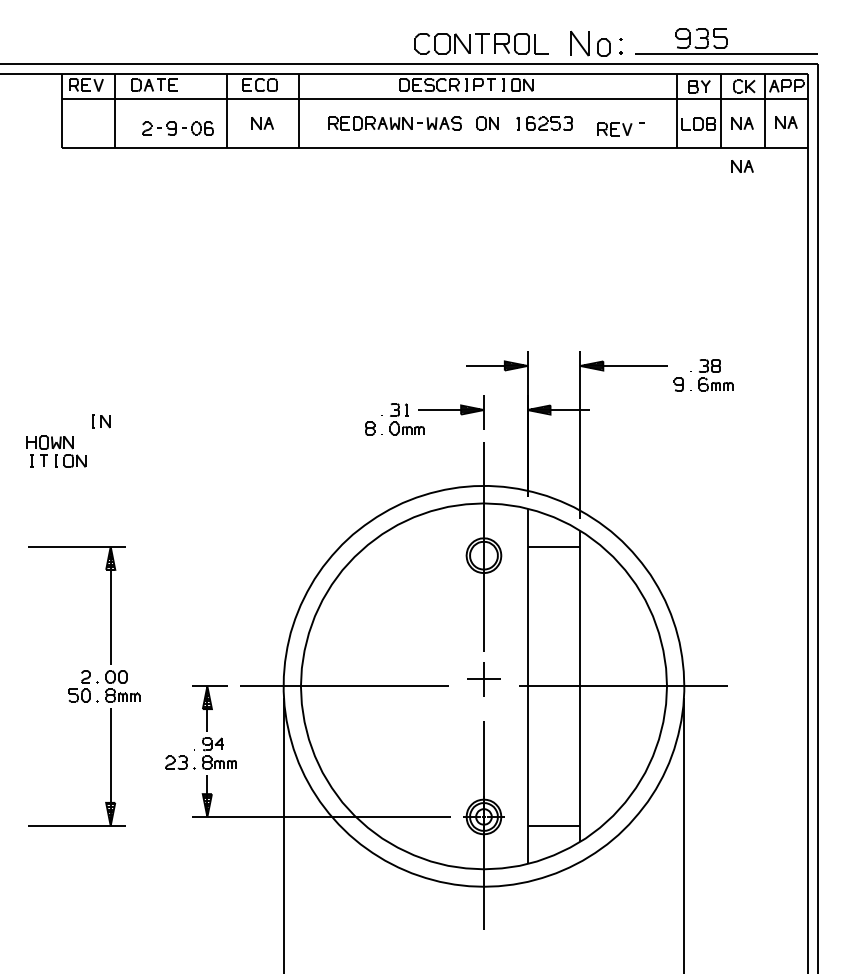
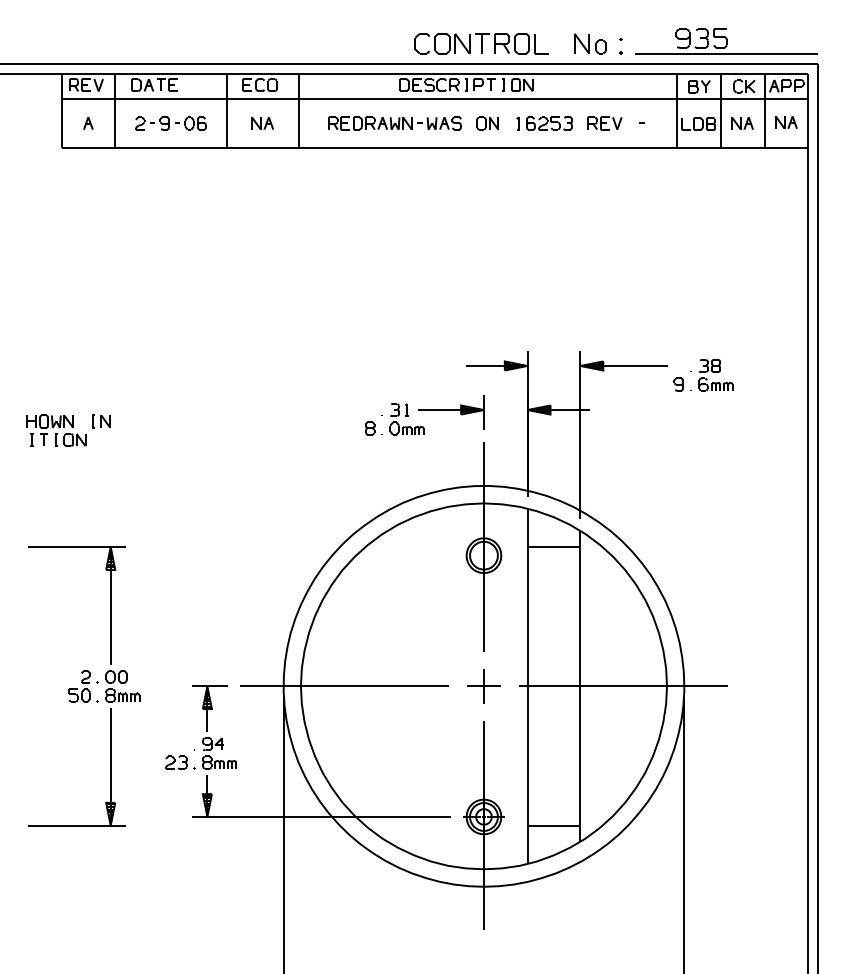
part at (590, 43) size: 41x27 px -> 33x22 px
part at (88, 123): none -> present
part at (177, 128) position: (177, 128) -> (170, 123)
part at (614, 129) position: (614, 129) -> (604, 123)
part at (742, 166): present -> none
part at (56, 451) position: (56, 451) -> (56, 430)
part at (483, 679) position: (483, 679) -> (483, 686)
